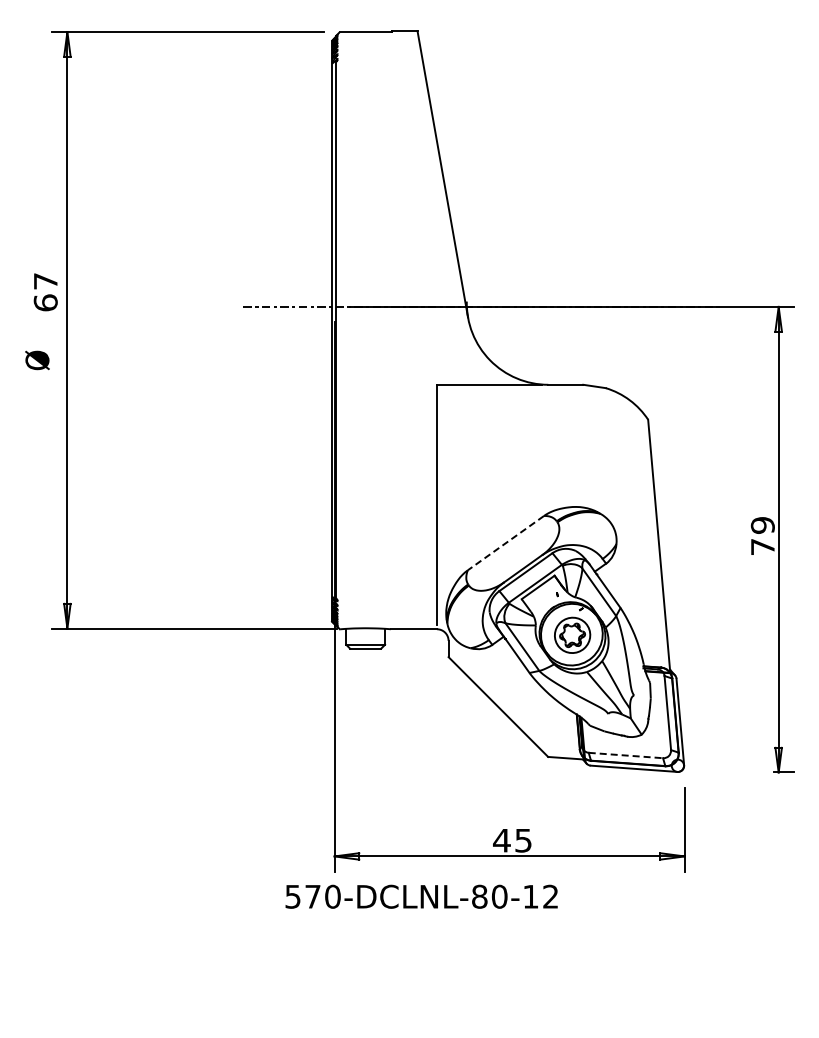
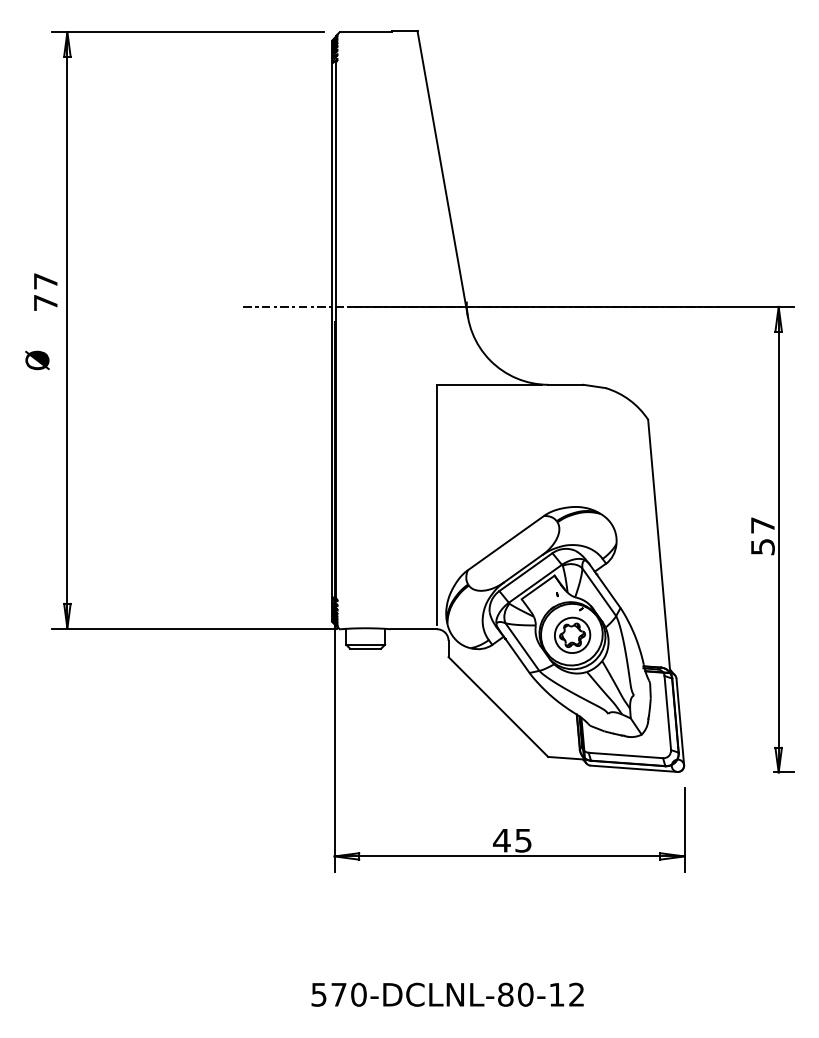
text at (45, 302): 67 -> 77
text at (762, 536): 79 -> 57
line at (505, 543): dashed -> solid
line at (626, 755): dashed -> solid
text at (421, 896) position: (421, 896) -> (447, 994)
